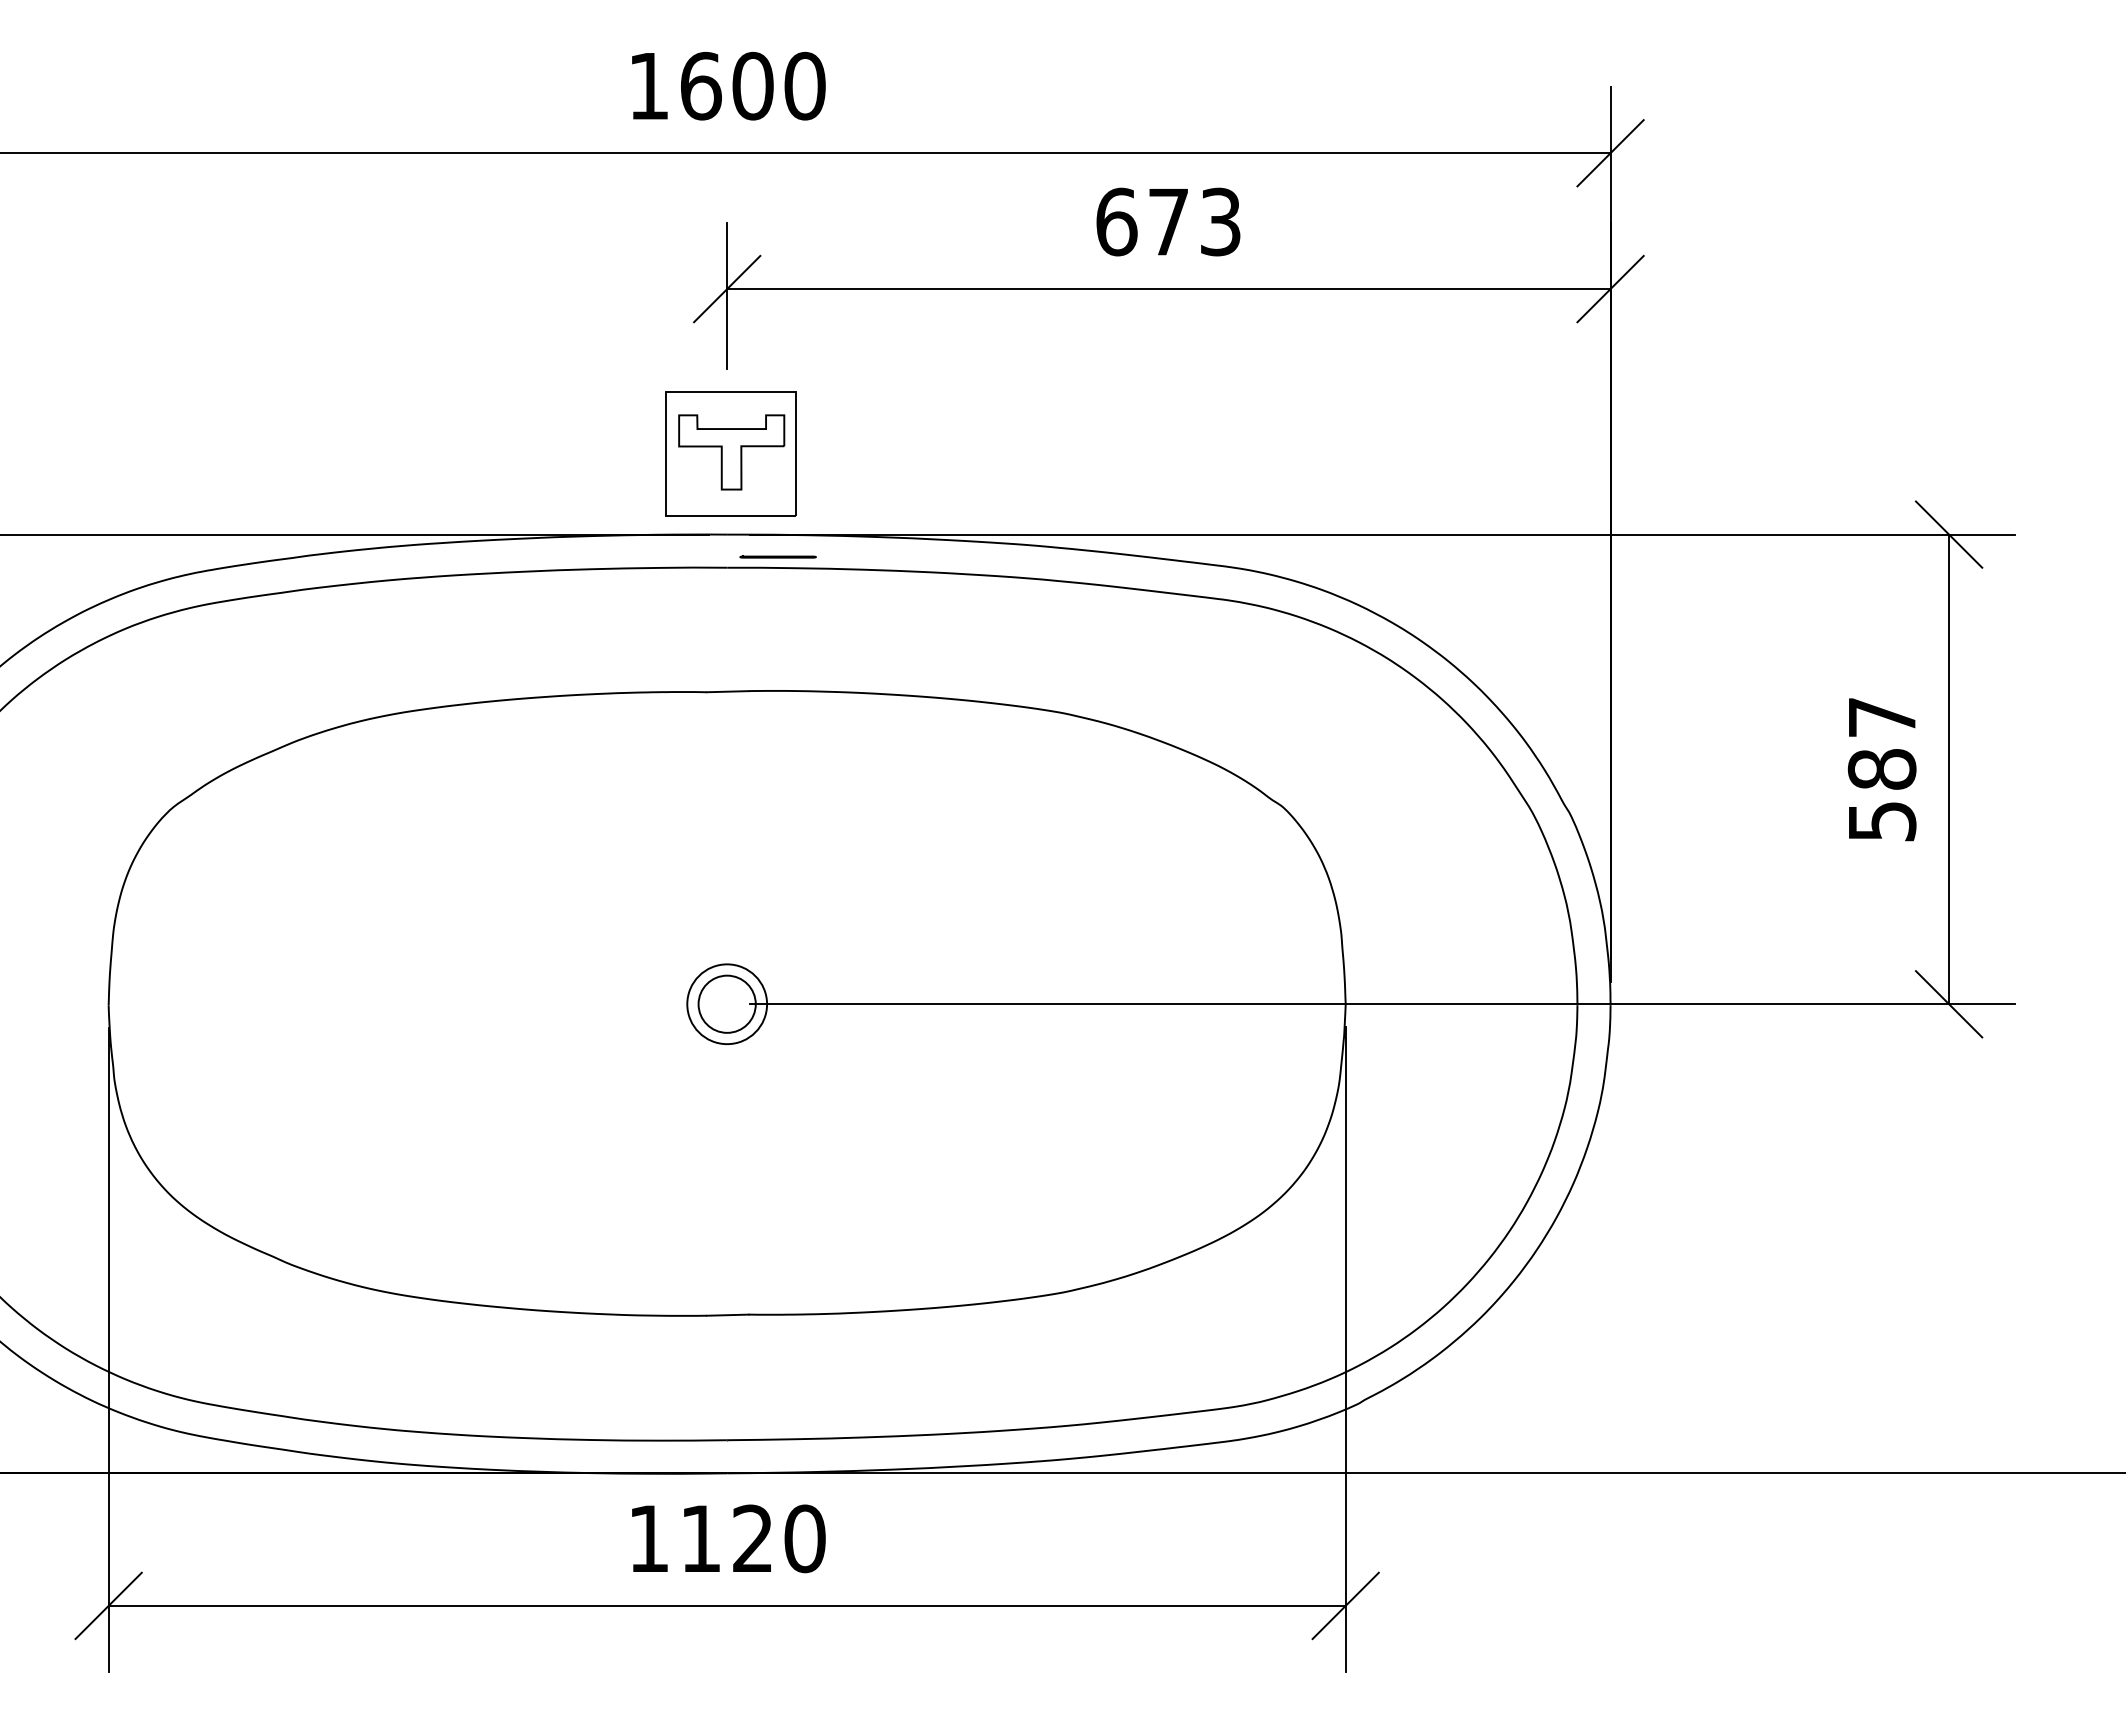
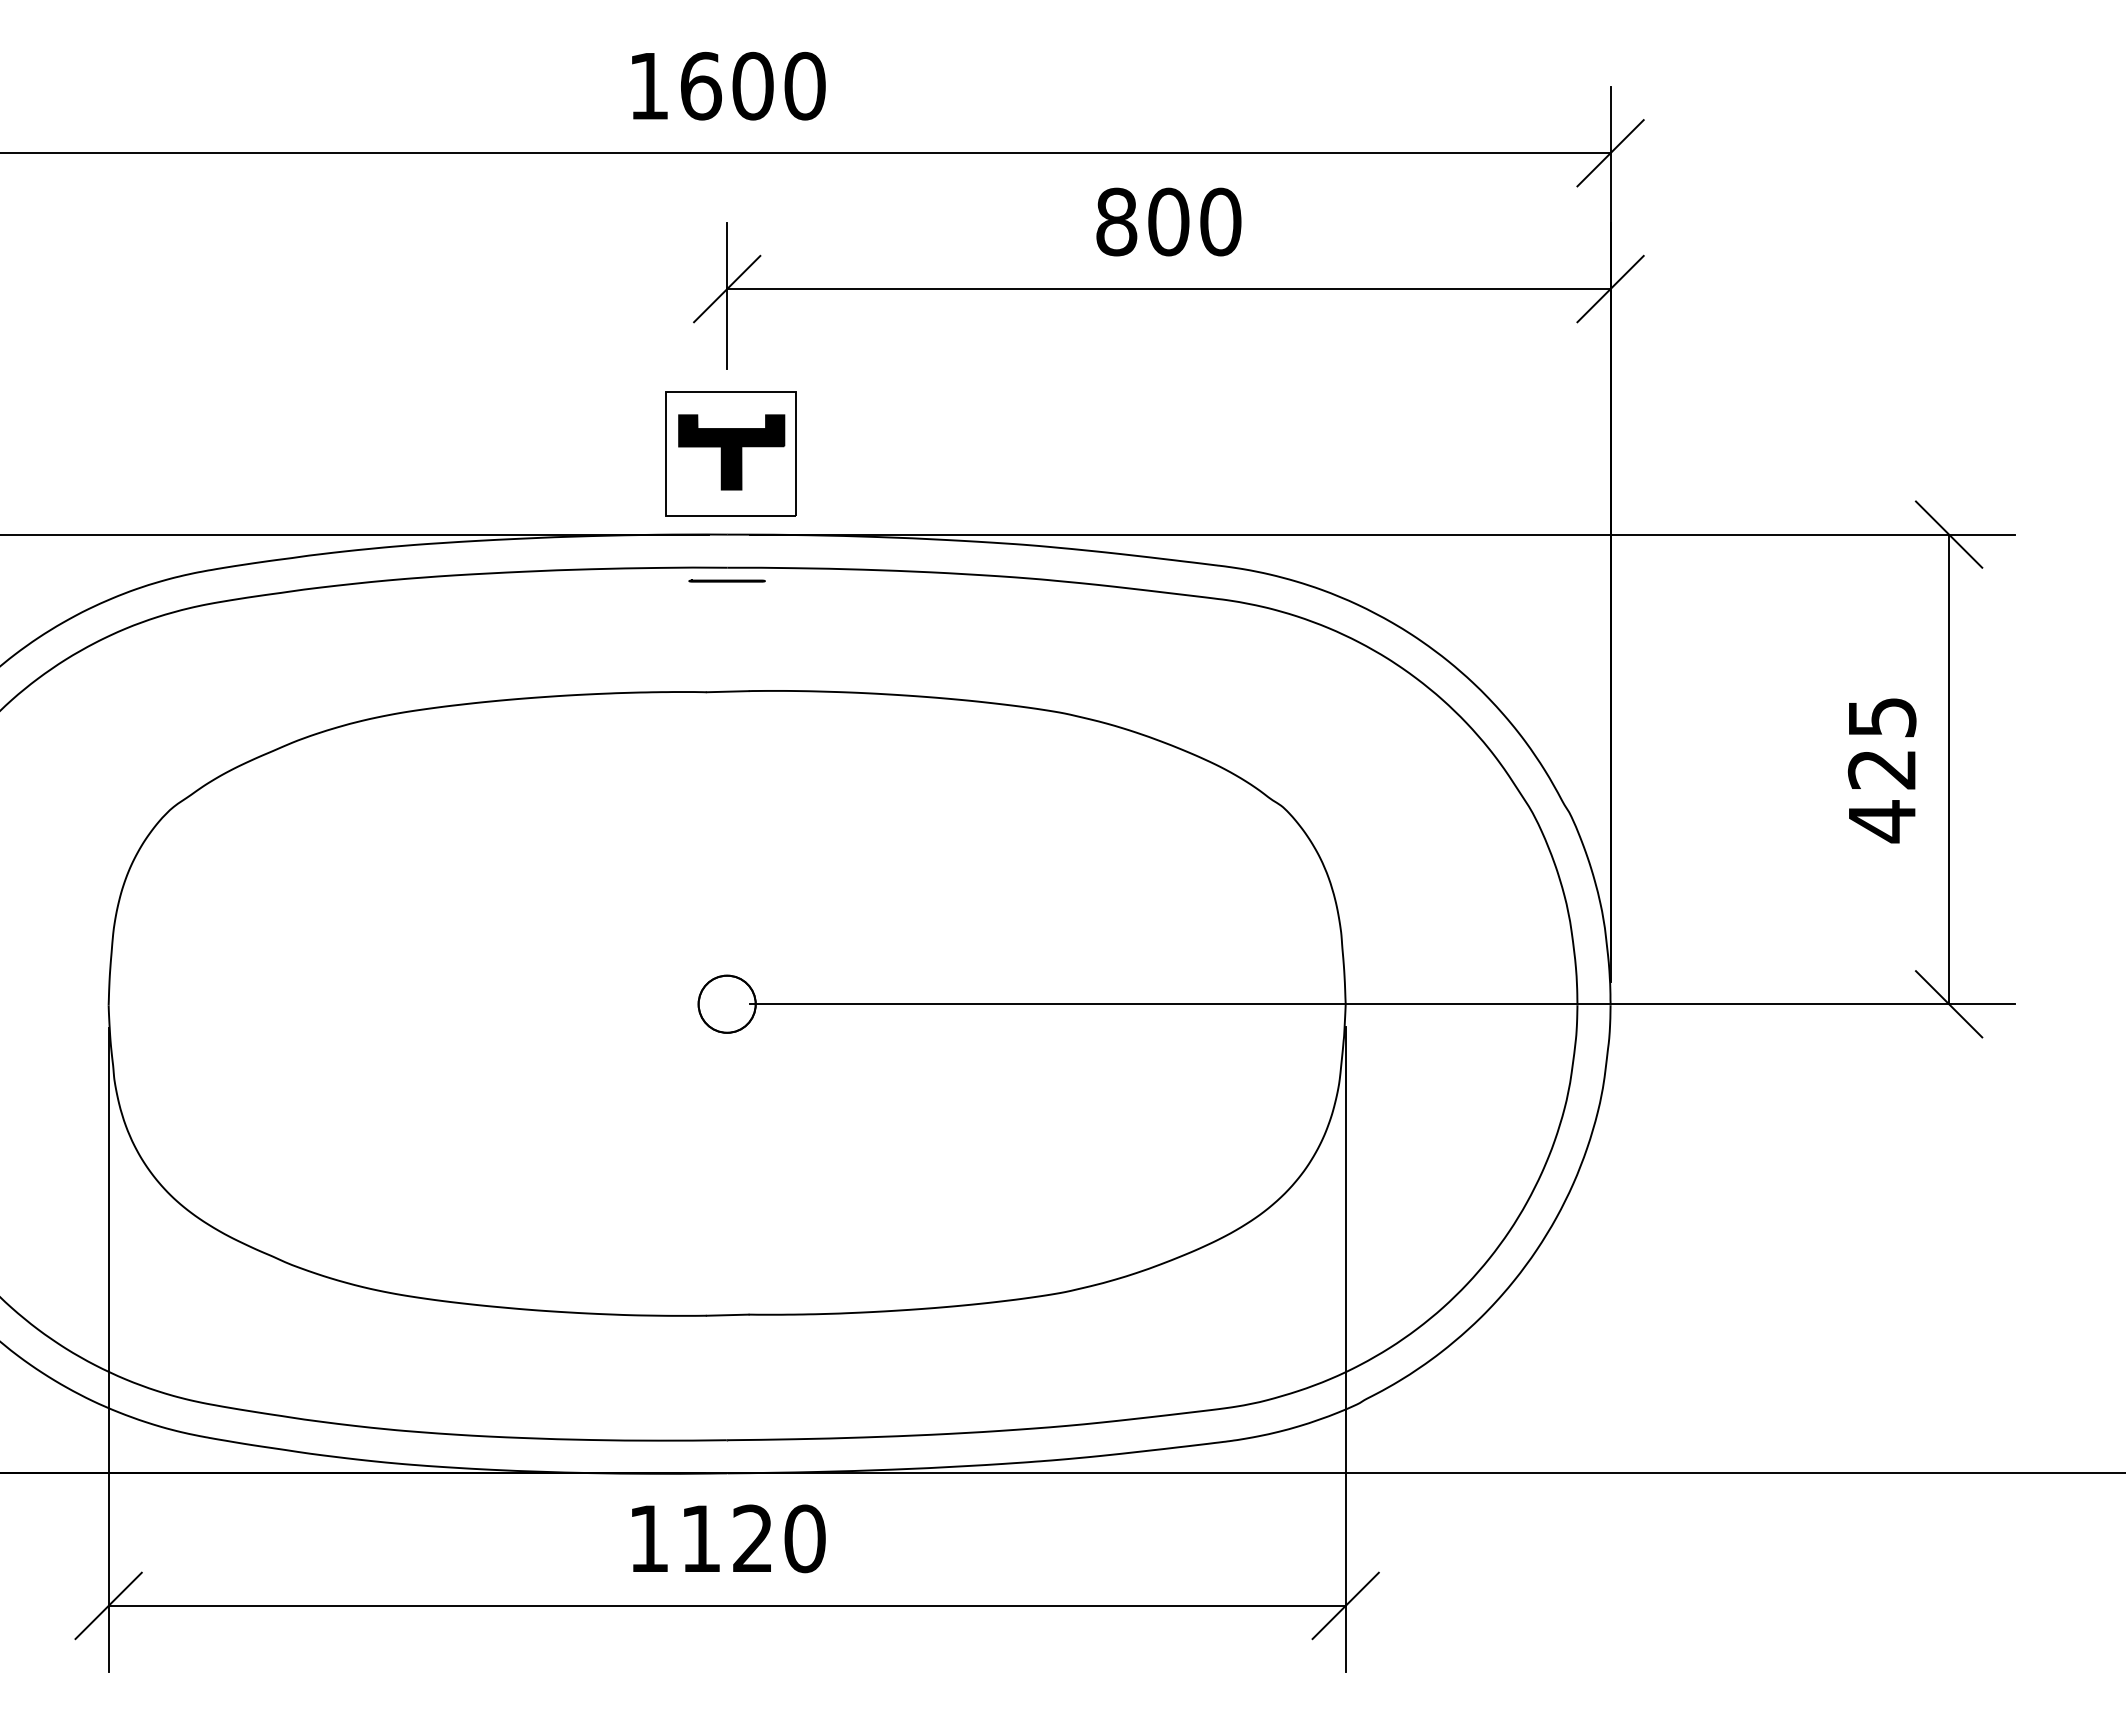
text at (1168, 221): 673 -> 800
fill at (731, 452): none -> present
line at (777, 556) position: (777, 556) -> (726, 580)
text at (1881, 770): 587 -> 425
circle at (727, 1004) diameter: 80 px -> 57 px
